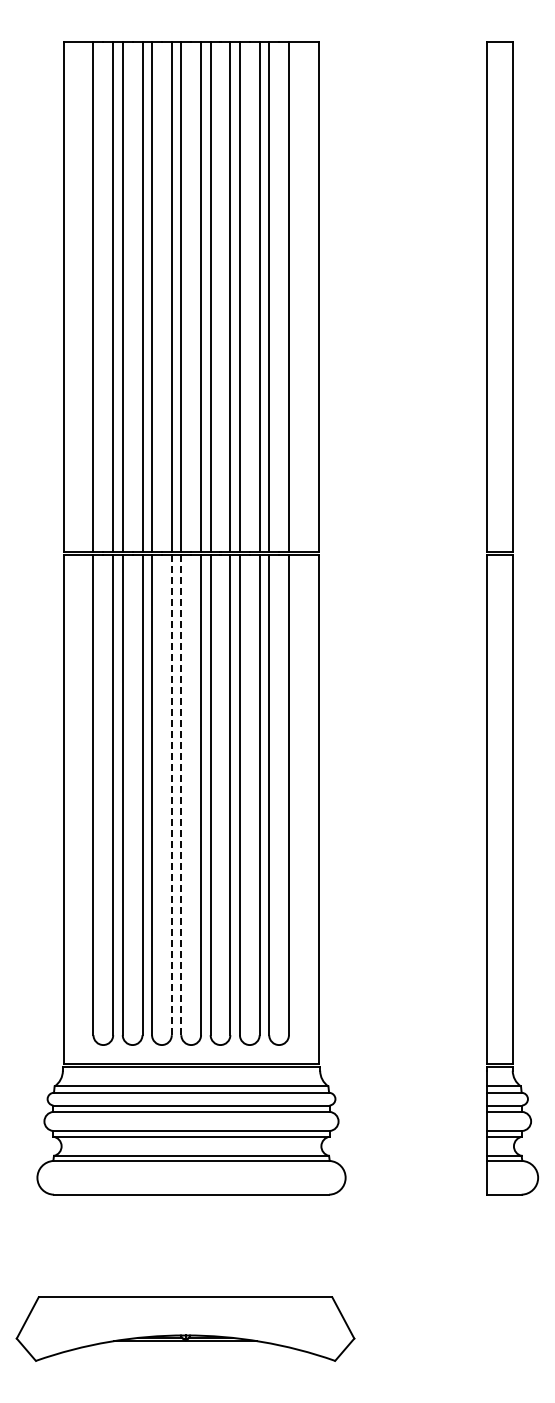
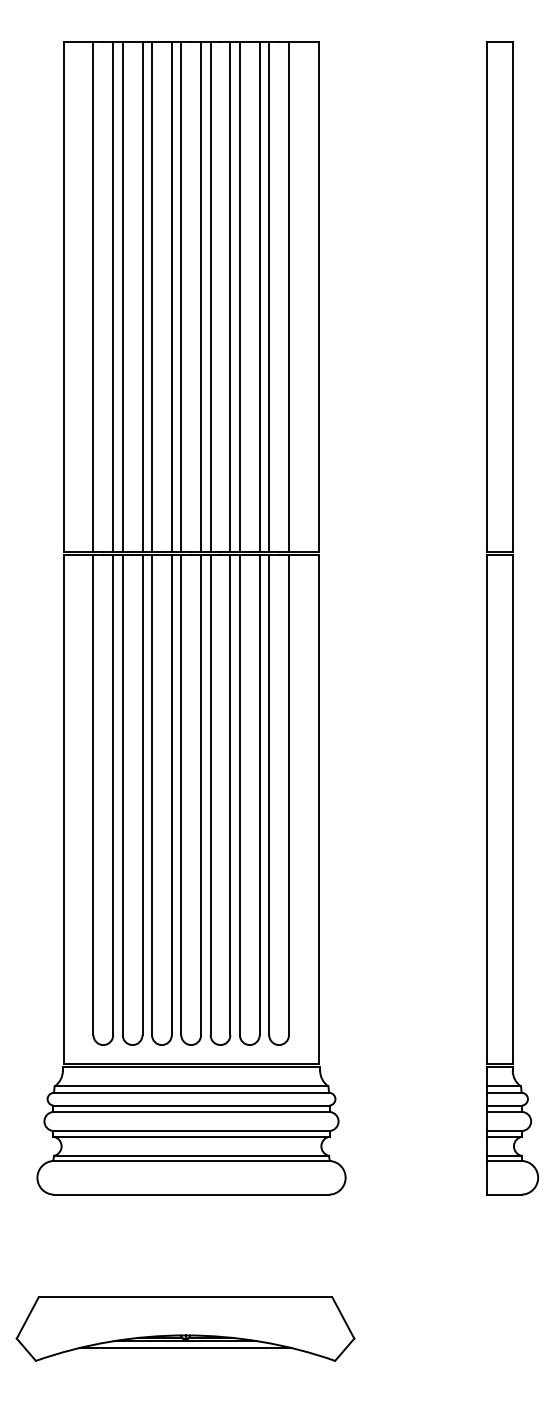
line at (171, 794): dashed -> solid
line at (181, 795): dashed -> solid
line at (185, 1348): none -> present
